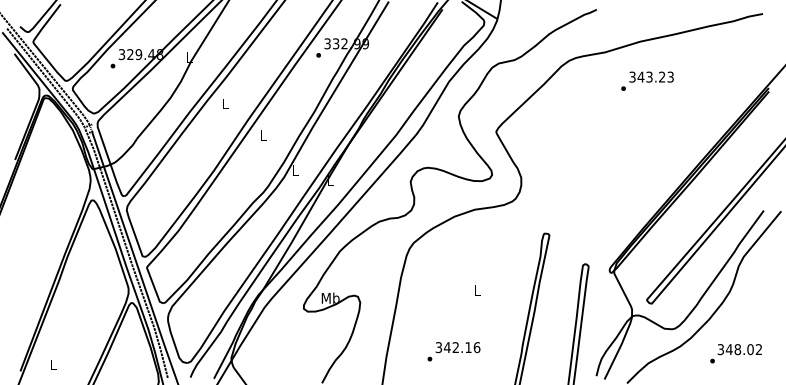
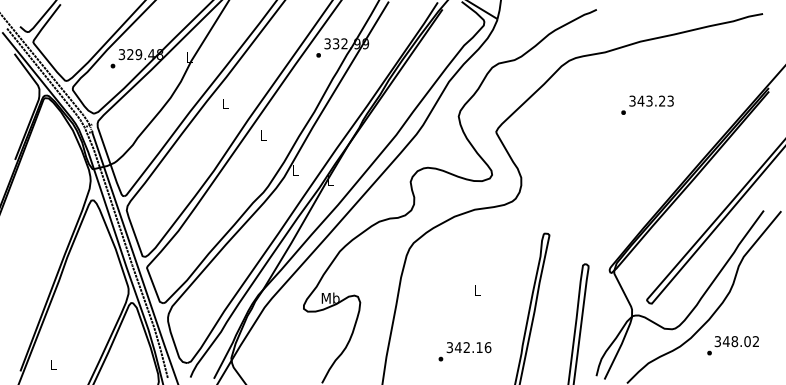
text at (647, 80) position: (647, 80) -> (647, 104)
text at (453, 351) position: (453, 351) -> (464, 351)
text at (735, 353) position: (735, 353) -> (732, 345)
